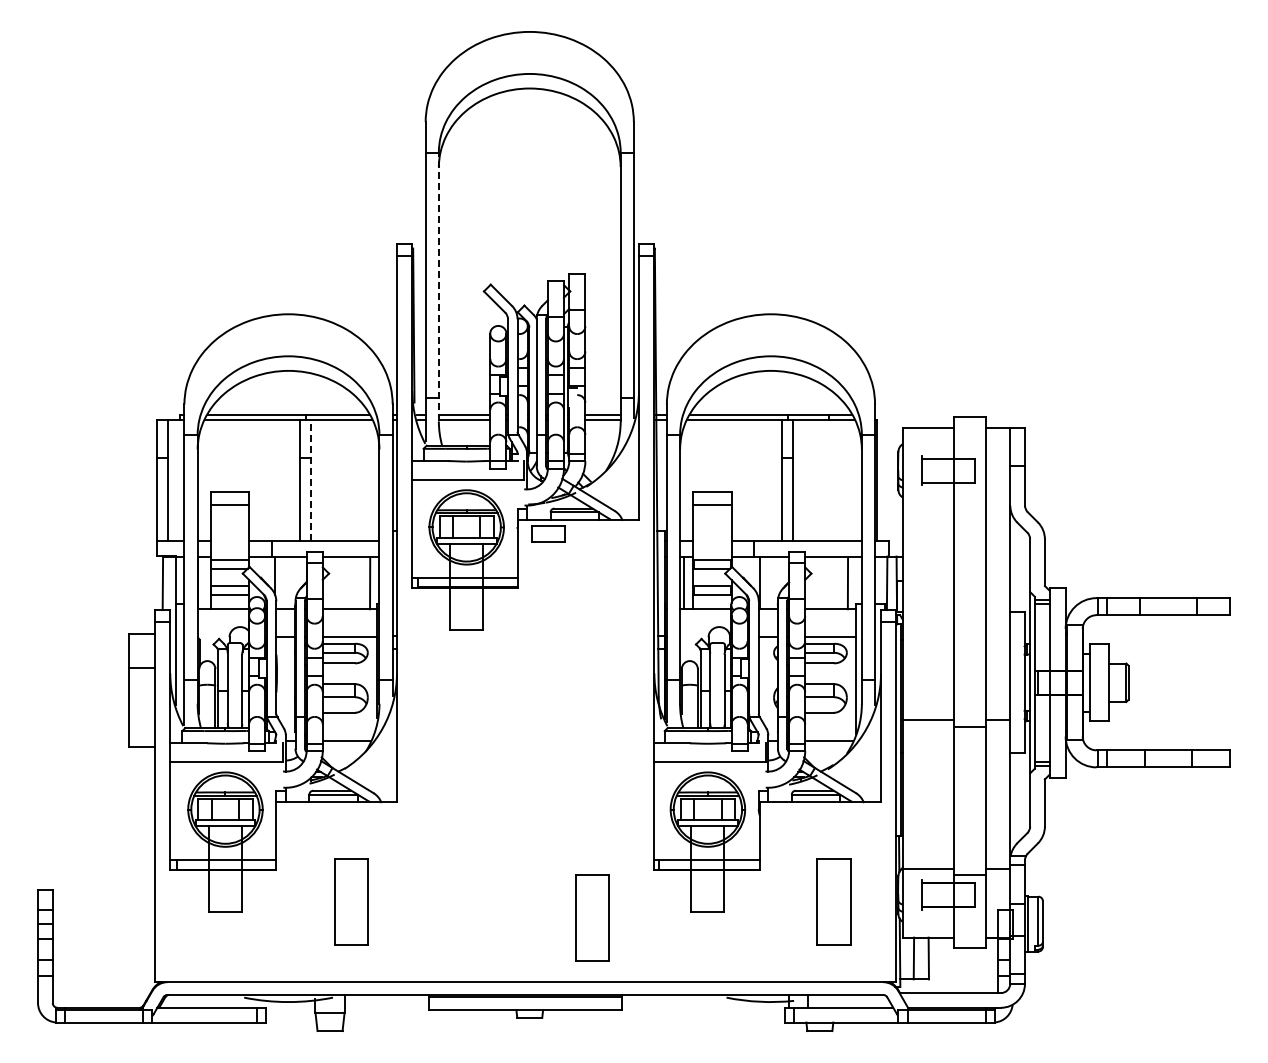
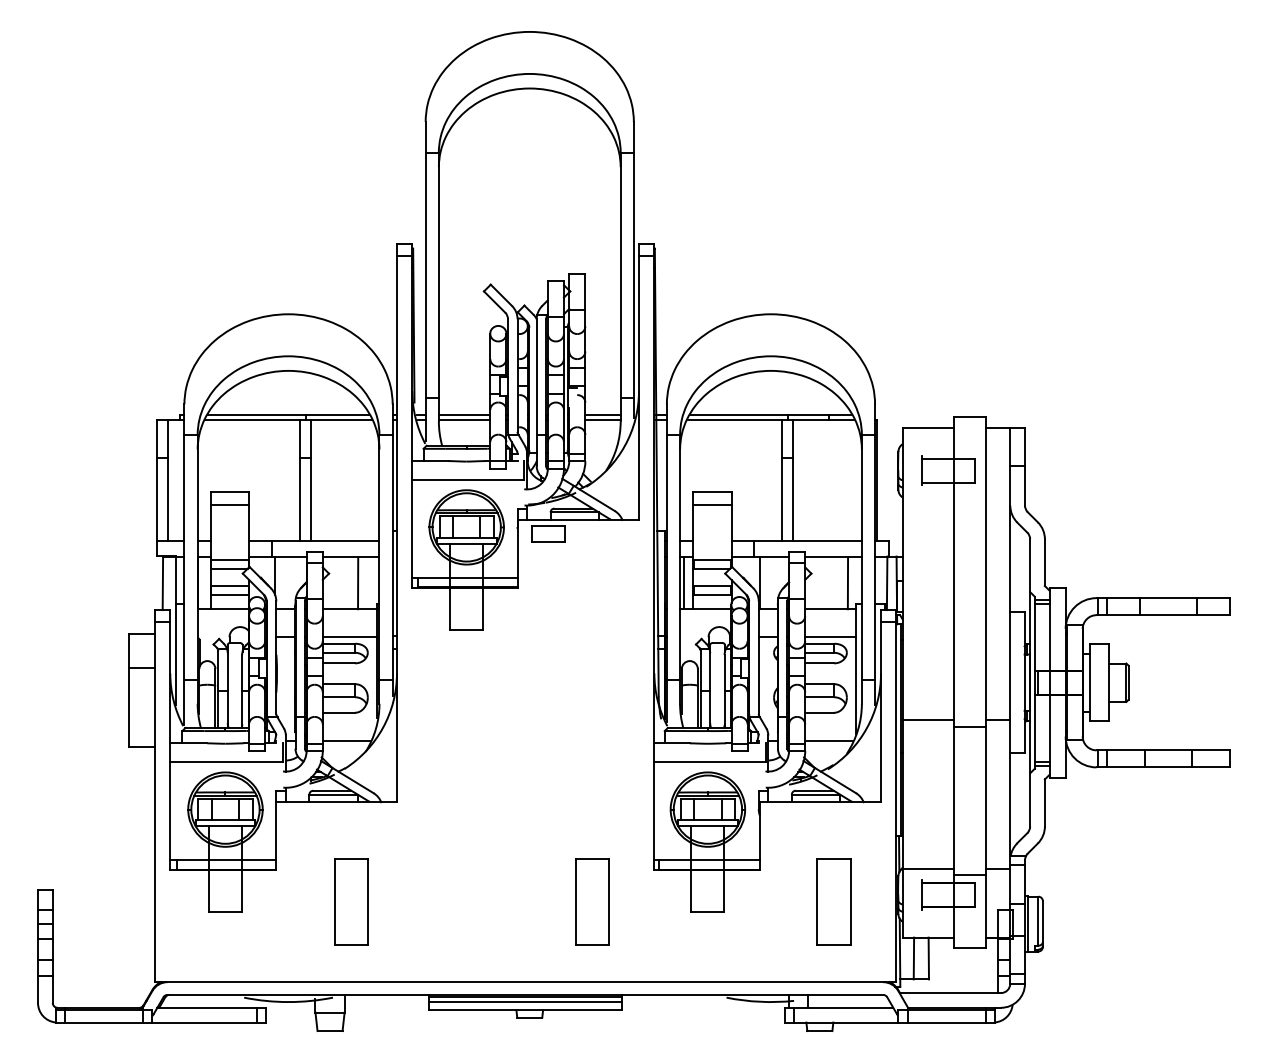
line at (438, 286): dashed -> solid
line at (310, 480): dashed -> solid
line at (370, 583) position: (370, 583) -> (358, 583)
part at (592, 917) position: (592, 917) -> (592, 901)
line at (525, 1001): none -> present
